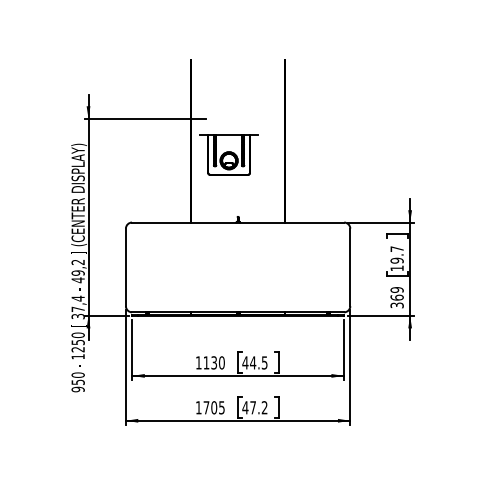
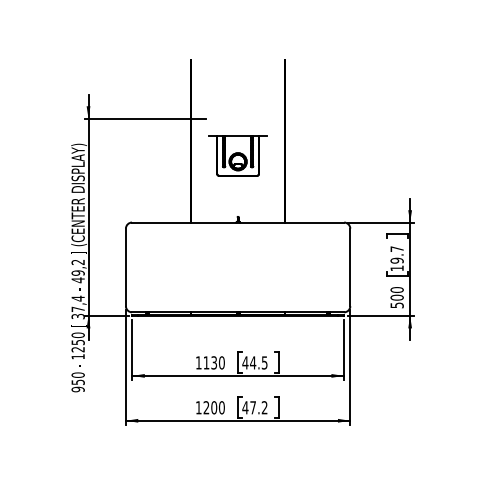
part at (228, 154) position: (228, 154) -> (237, 155)
text at (396, 297): 369 -> 500
text at (213, 407): 1705 -> 1200
